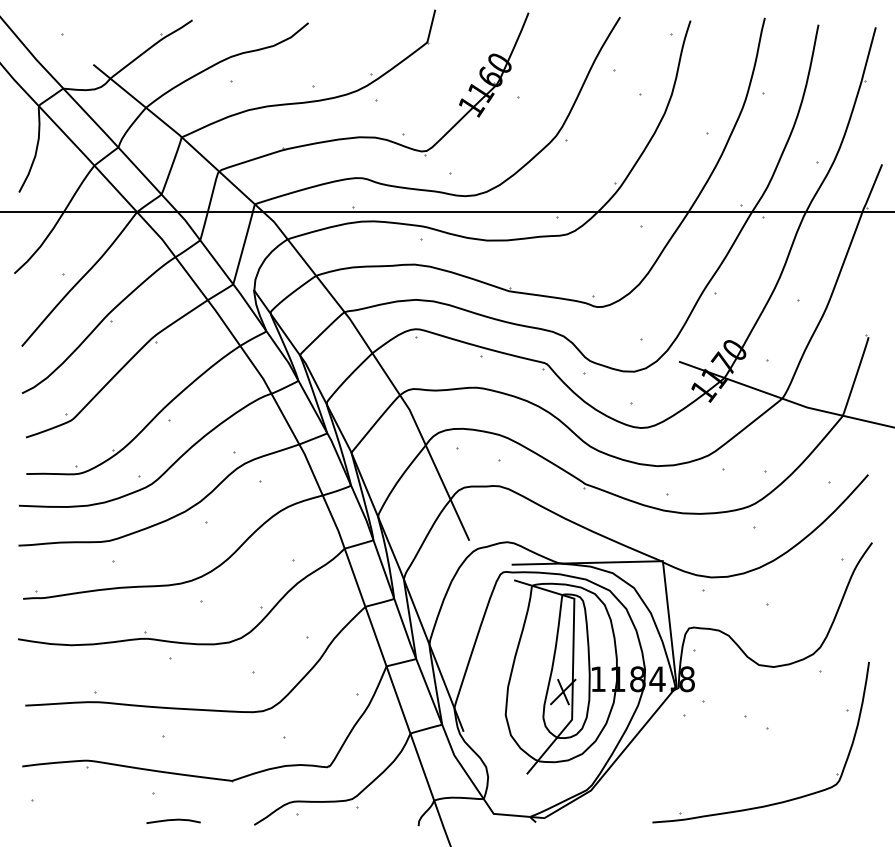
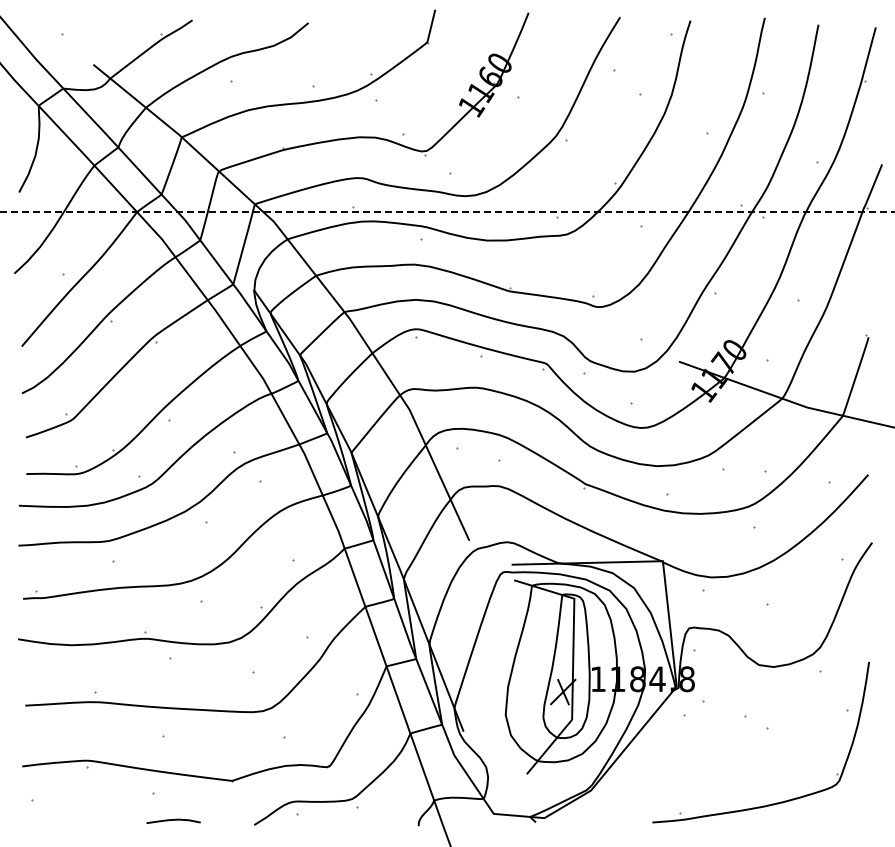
line at (447, 212): solid -> dashed
